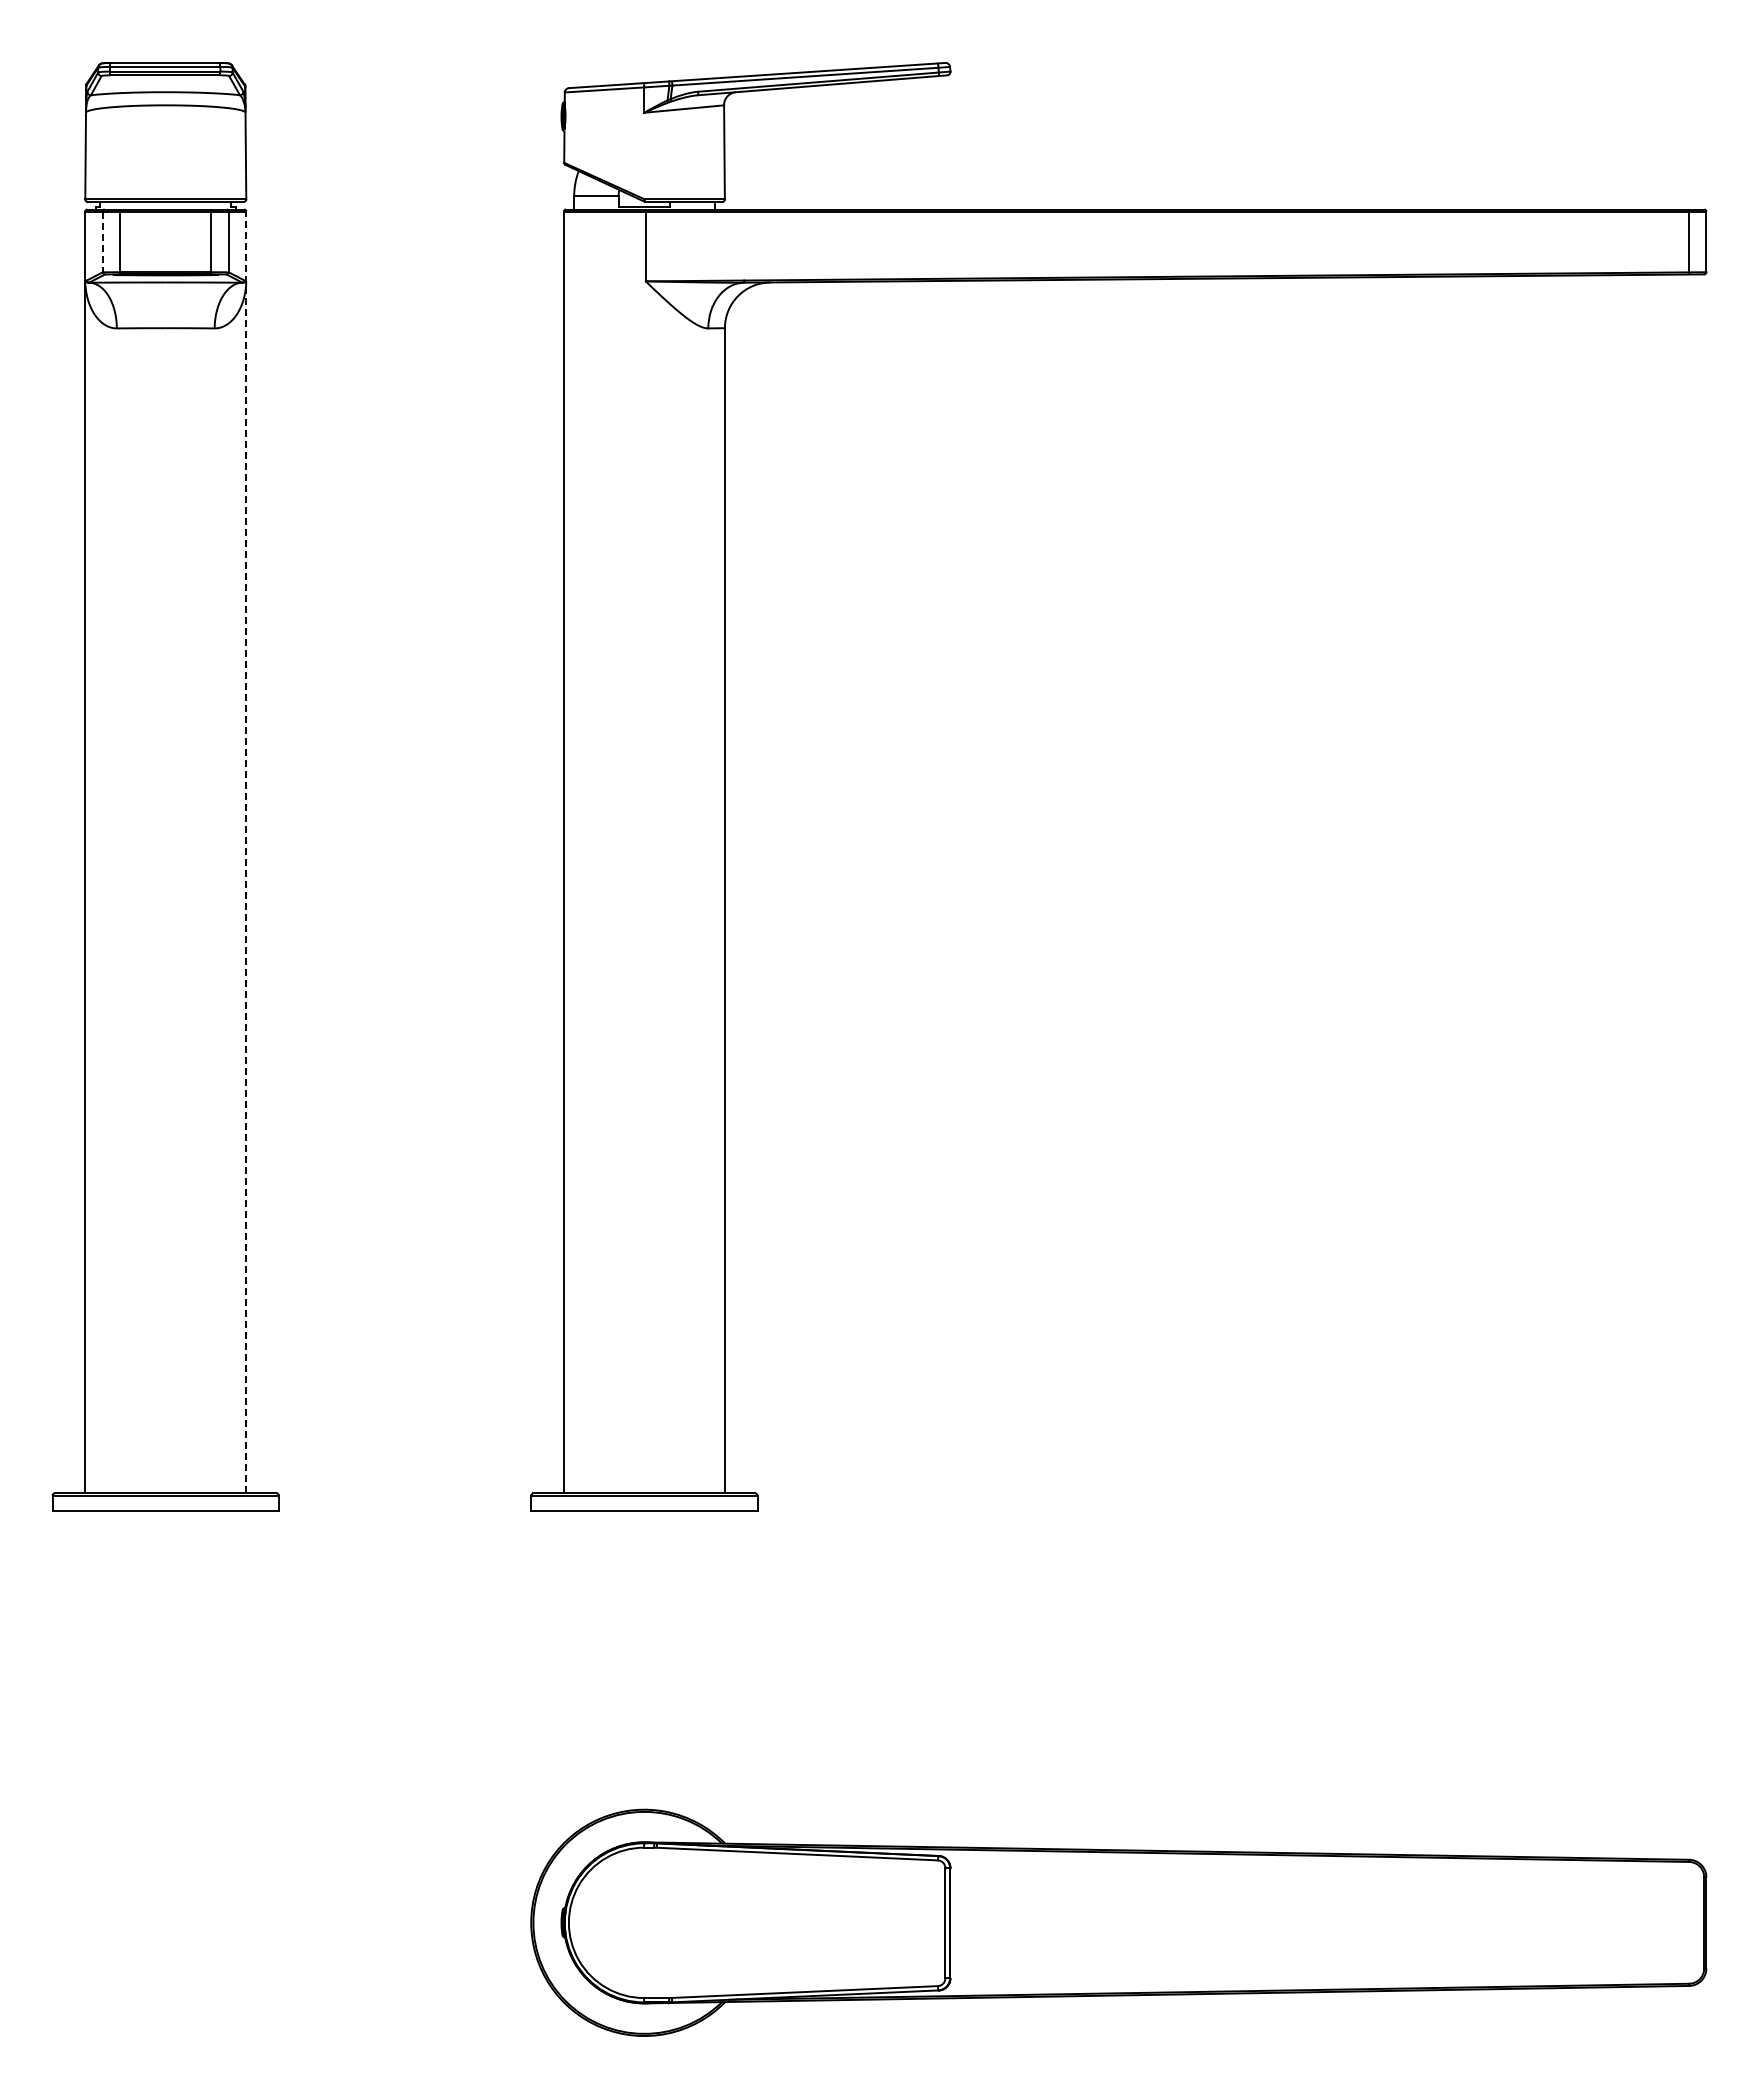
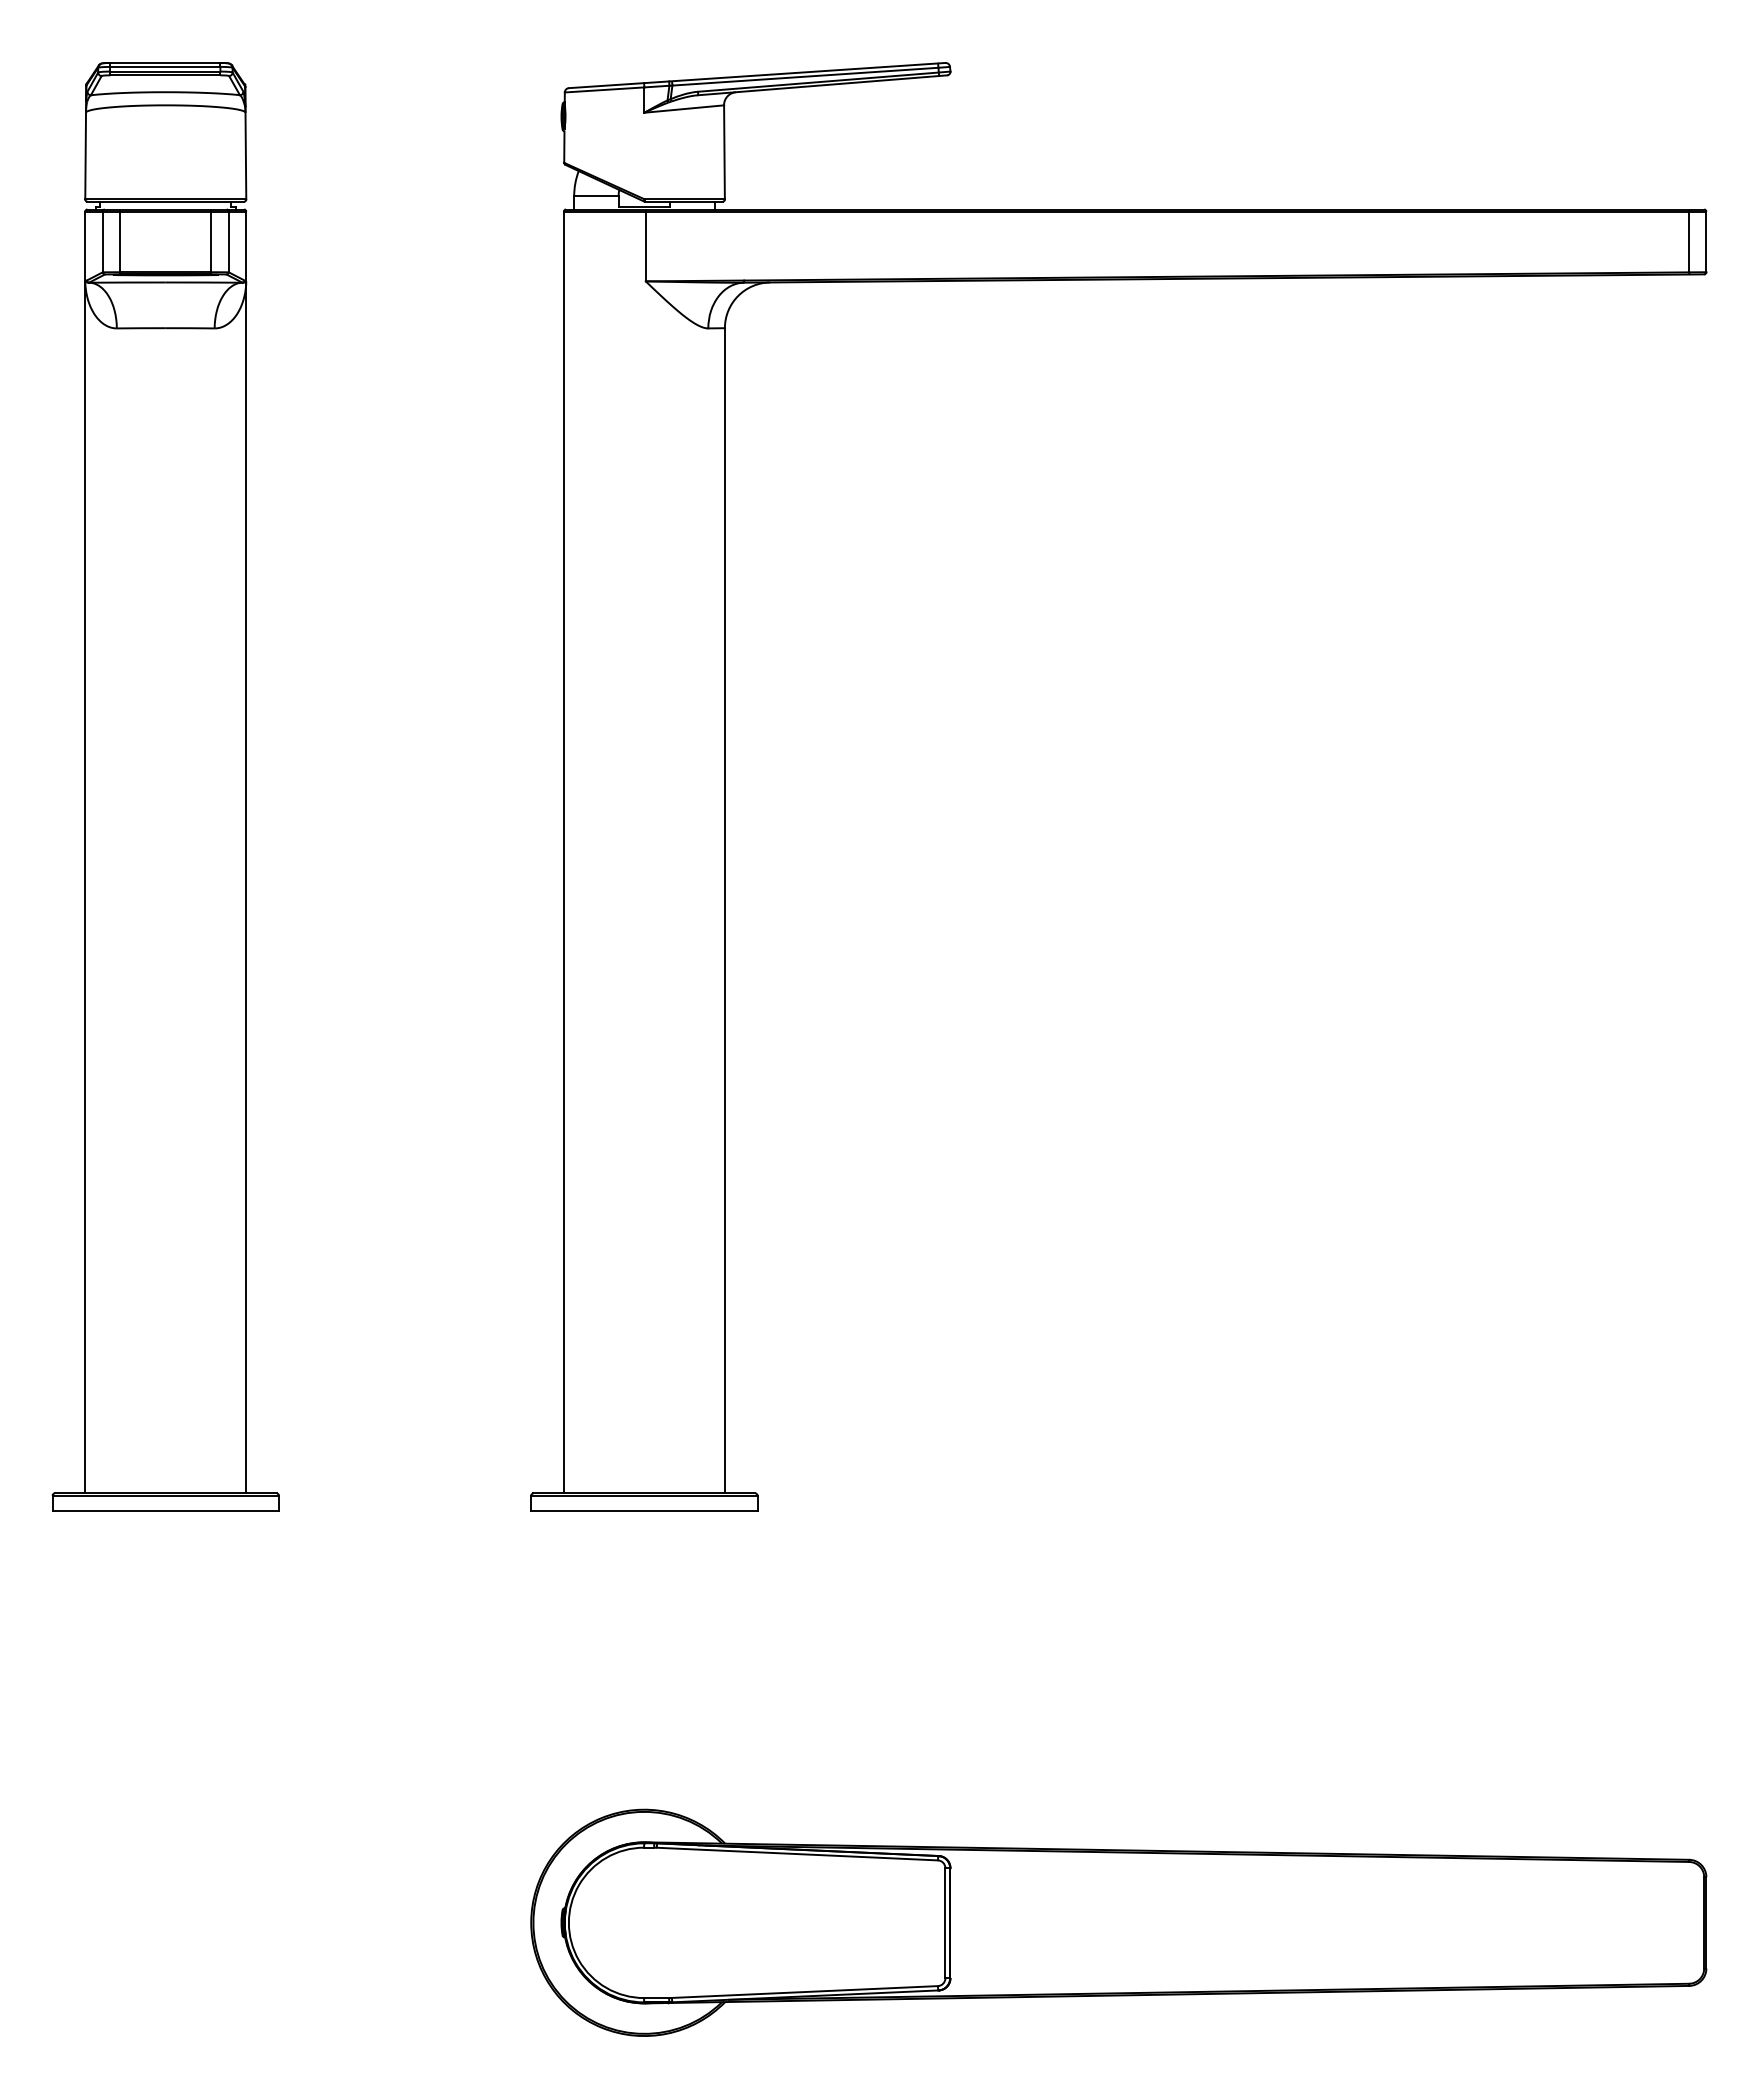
line at (102, 242): dashed -> solid
line at (246, 852): dashed -> solid
